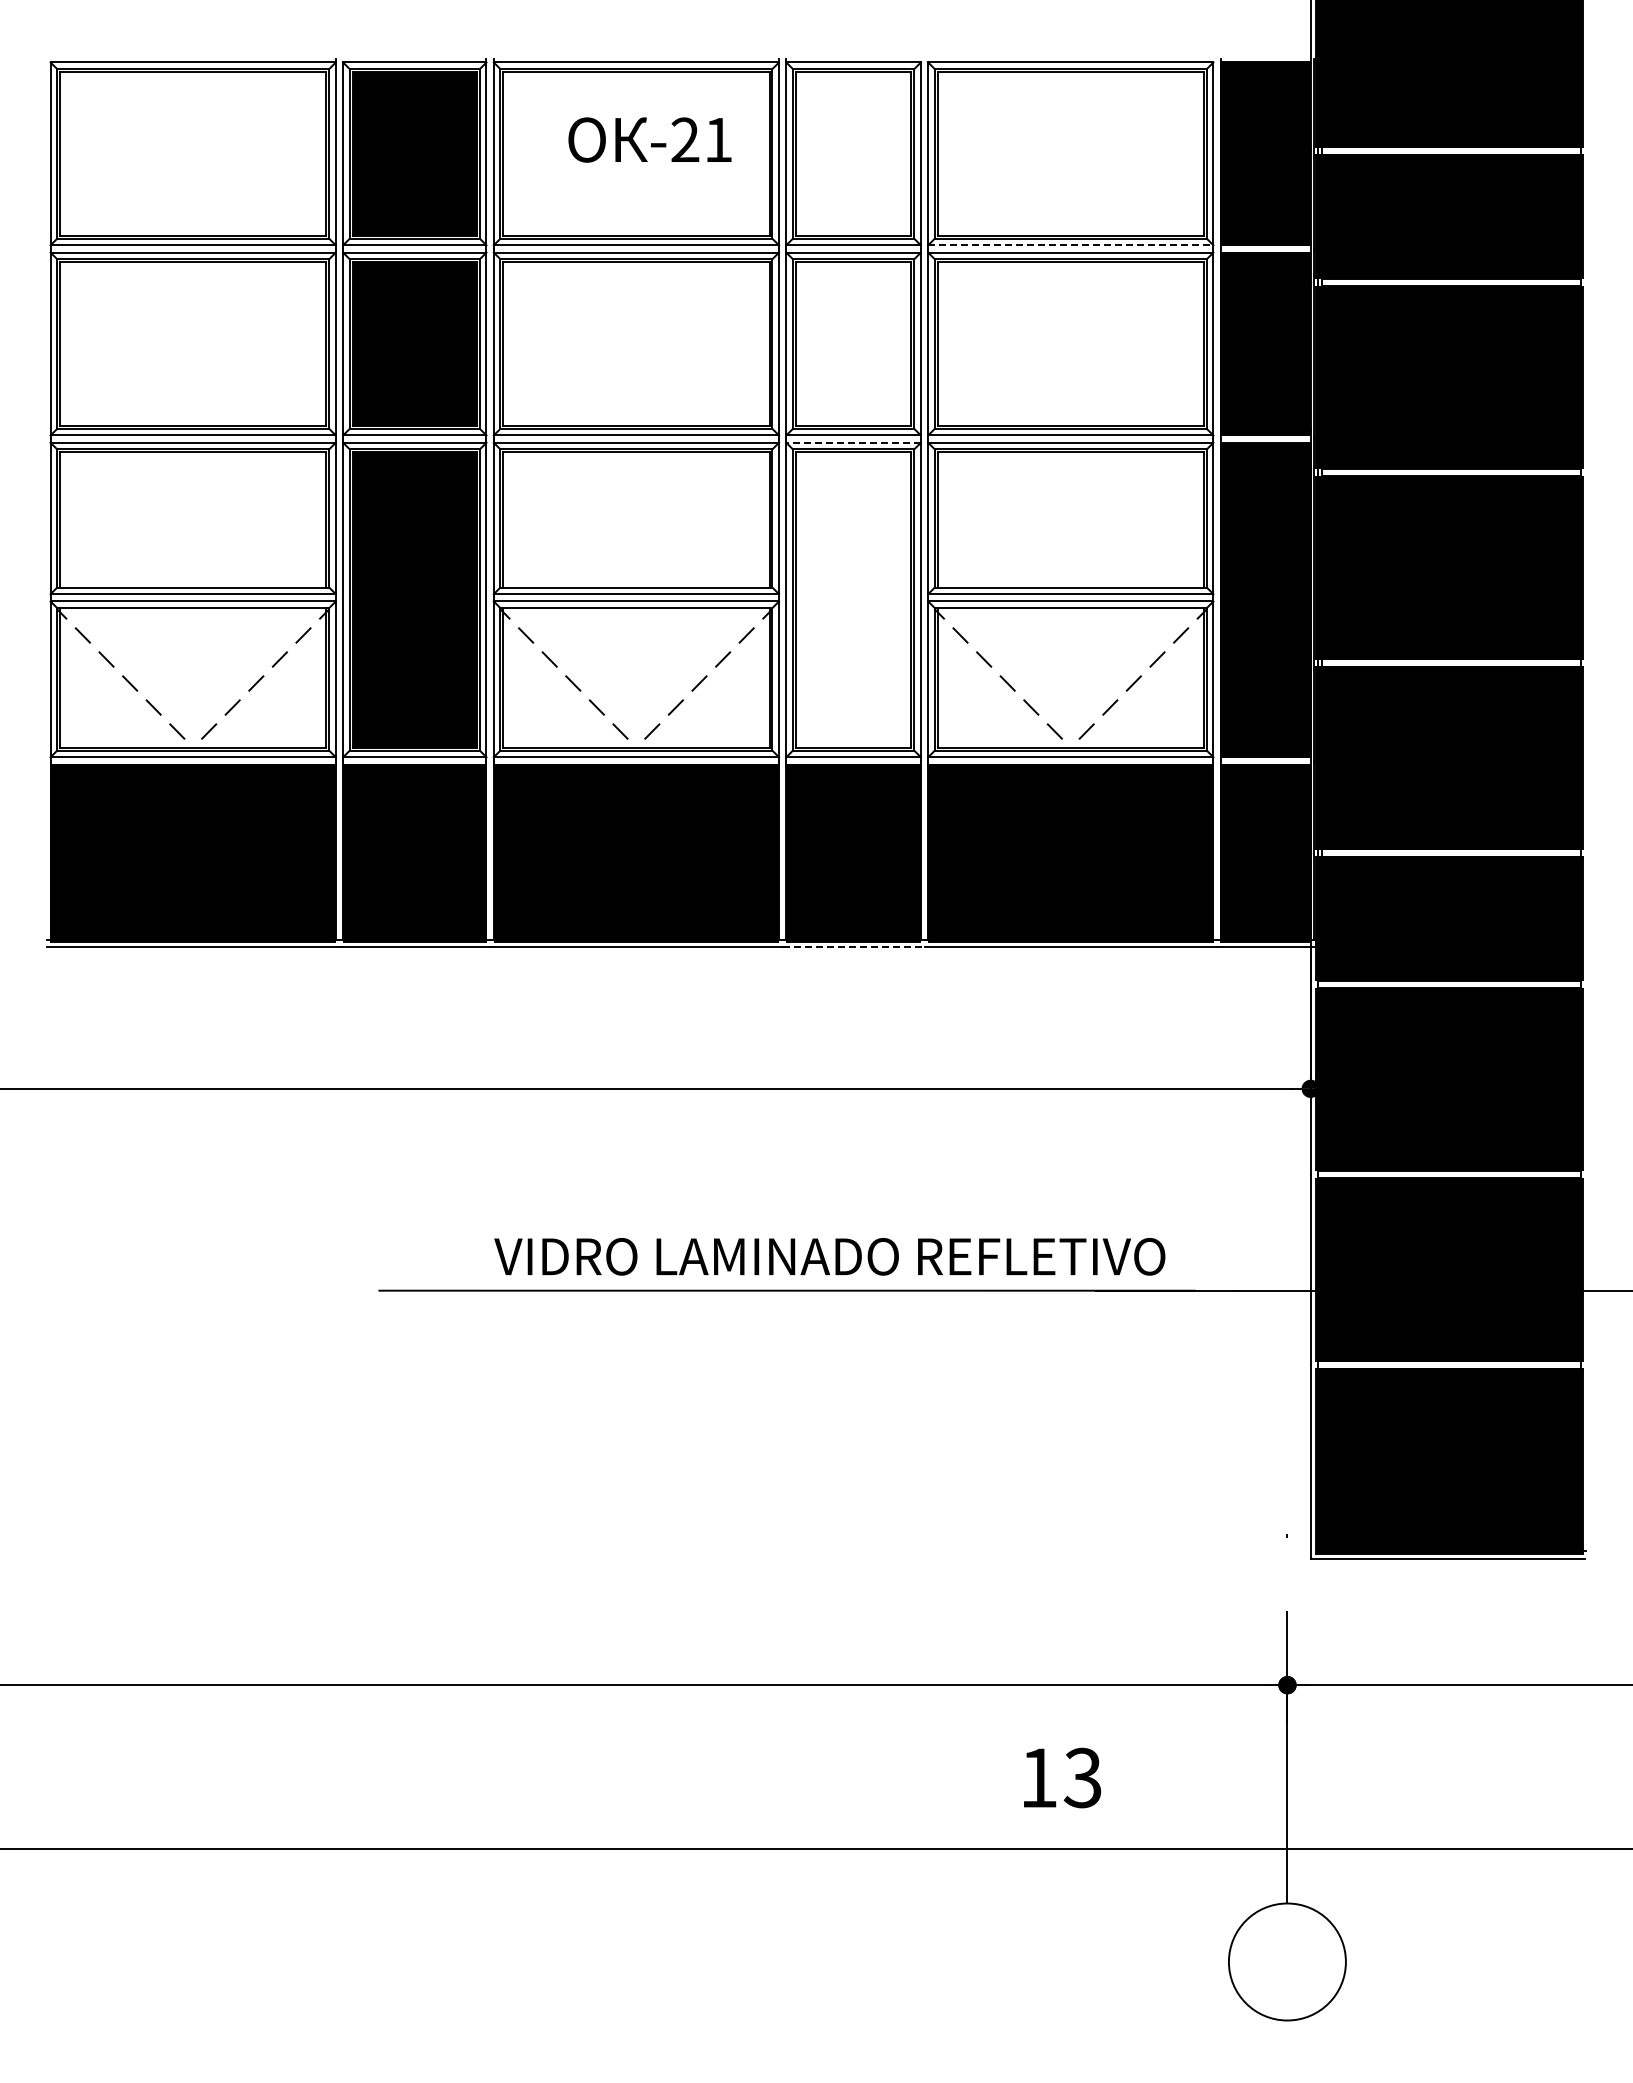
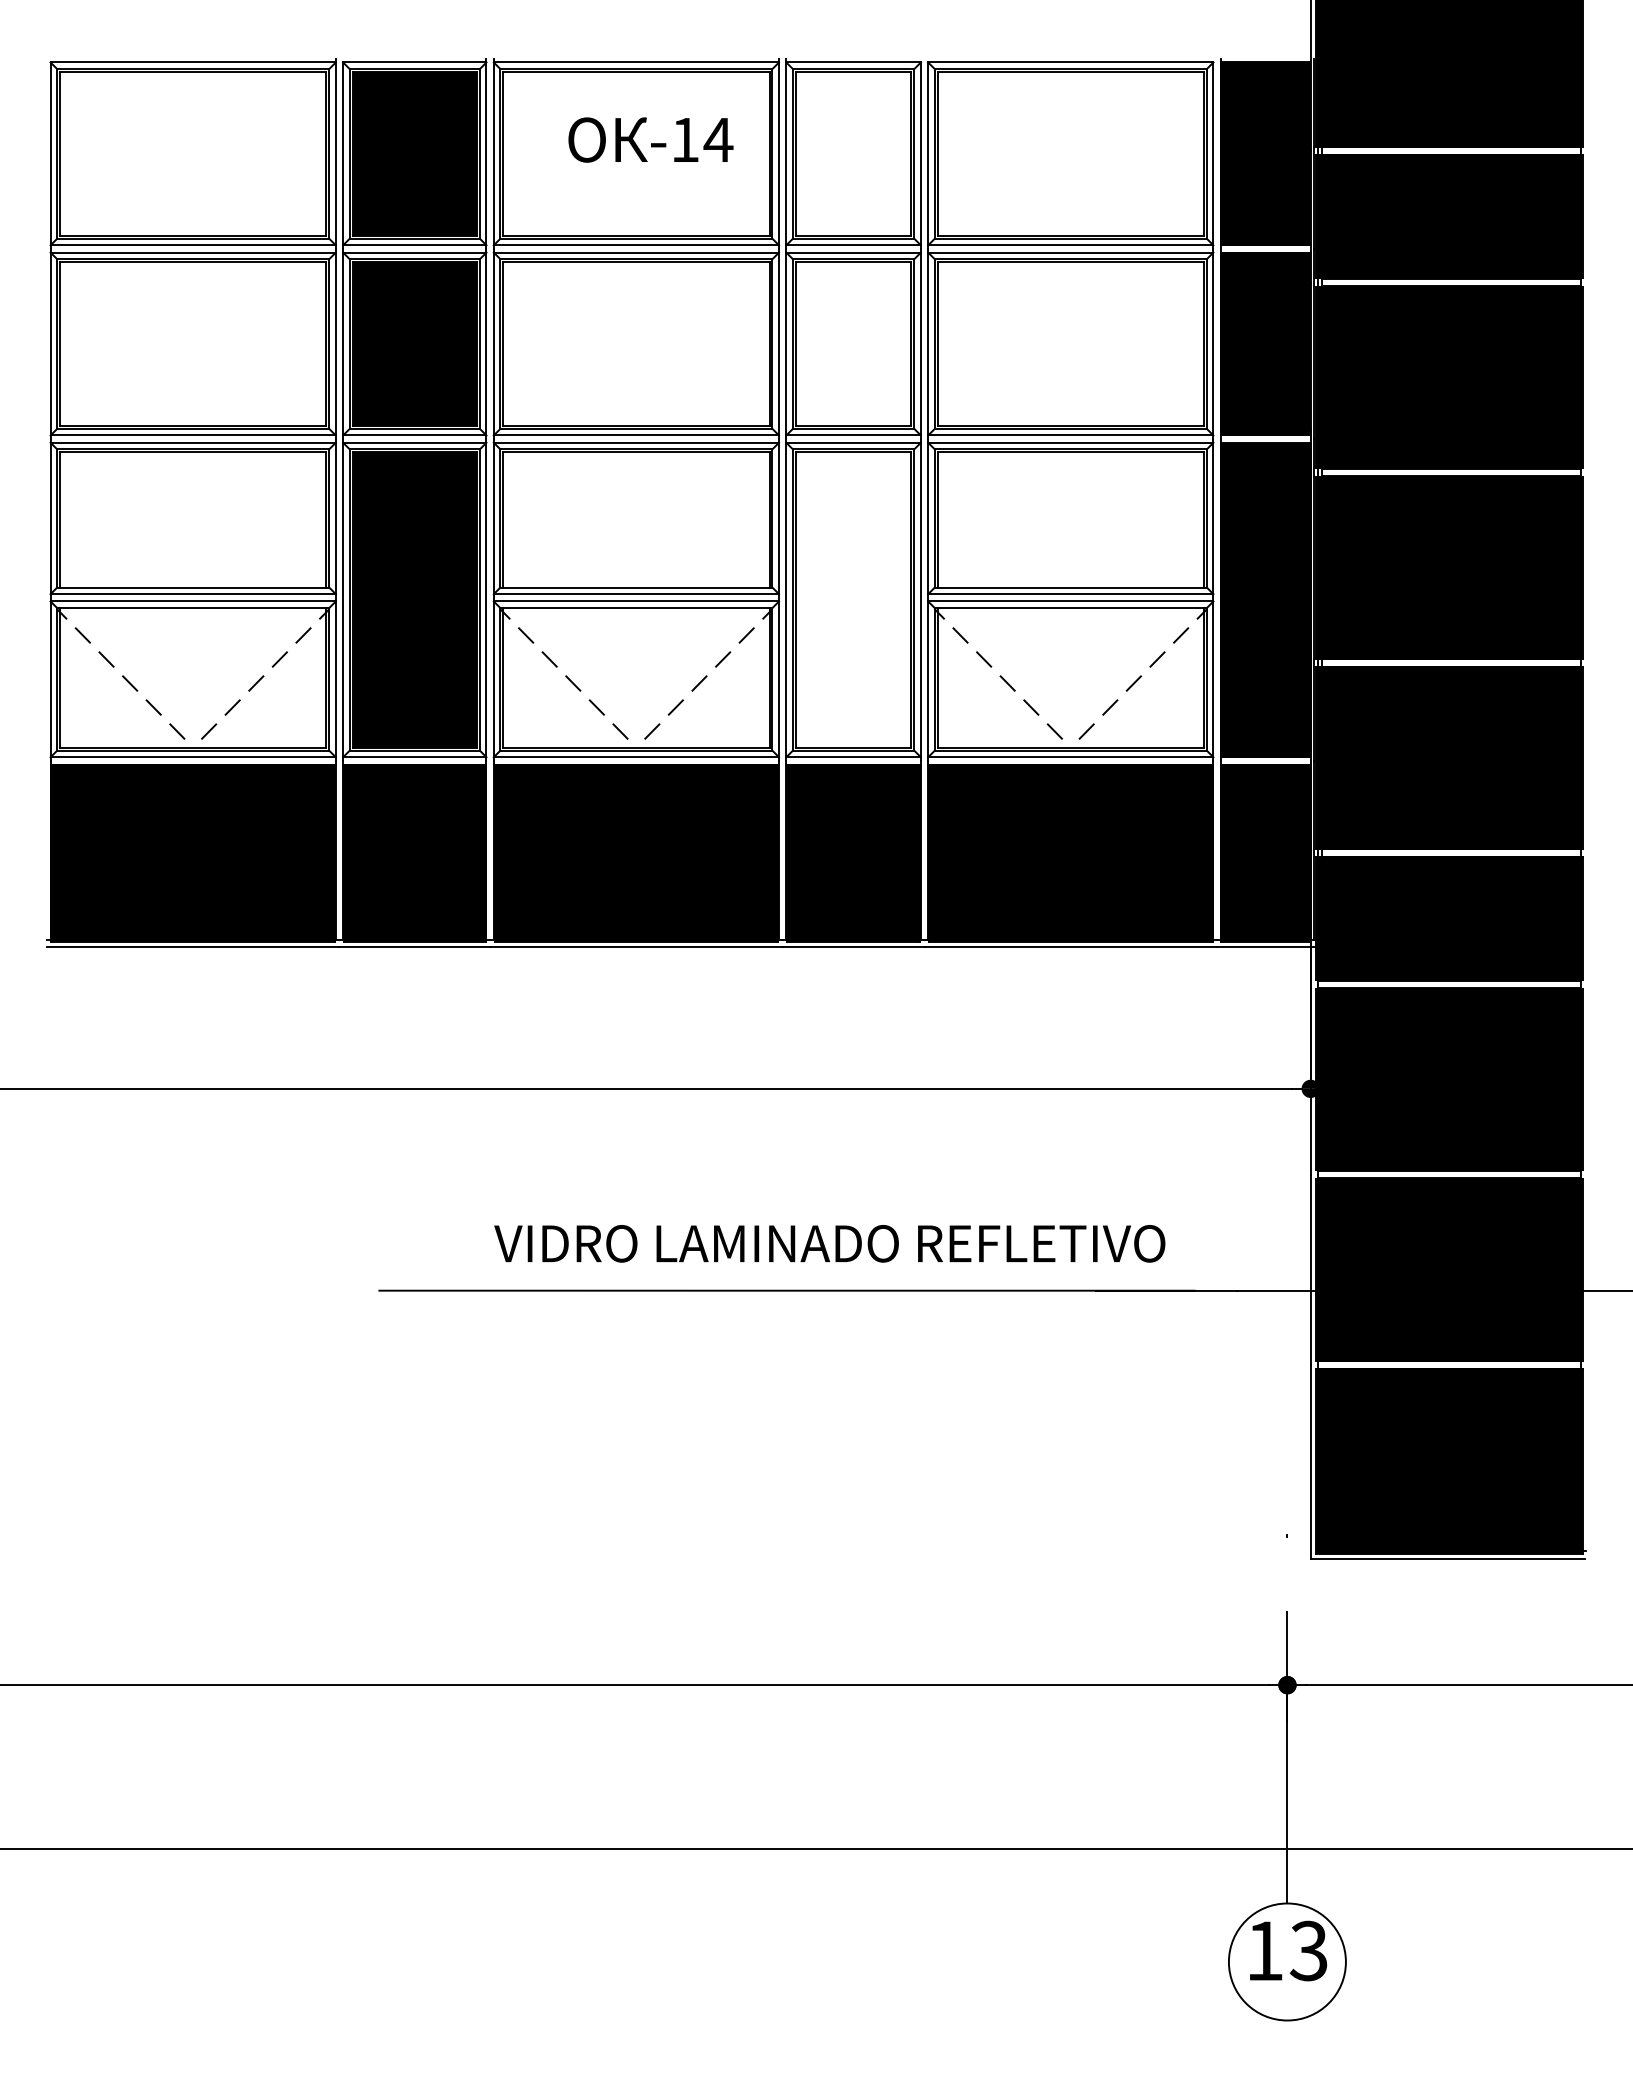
text at (702, 139): -21 -> -14
line at (1070, 245): dashed -> solid
line at (853, 442): dashed -> solid
line at (853, 947): dashed -> solid
text at (829, 1256) position: (829, 1256) -> (829, 1243)
text at (1062, 1777) position: (1062, 1777) -> (1288, 1950)
